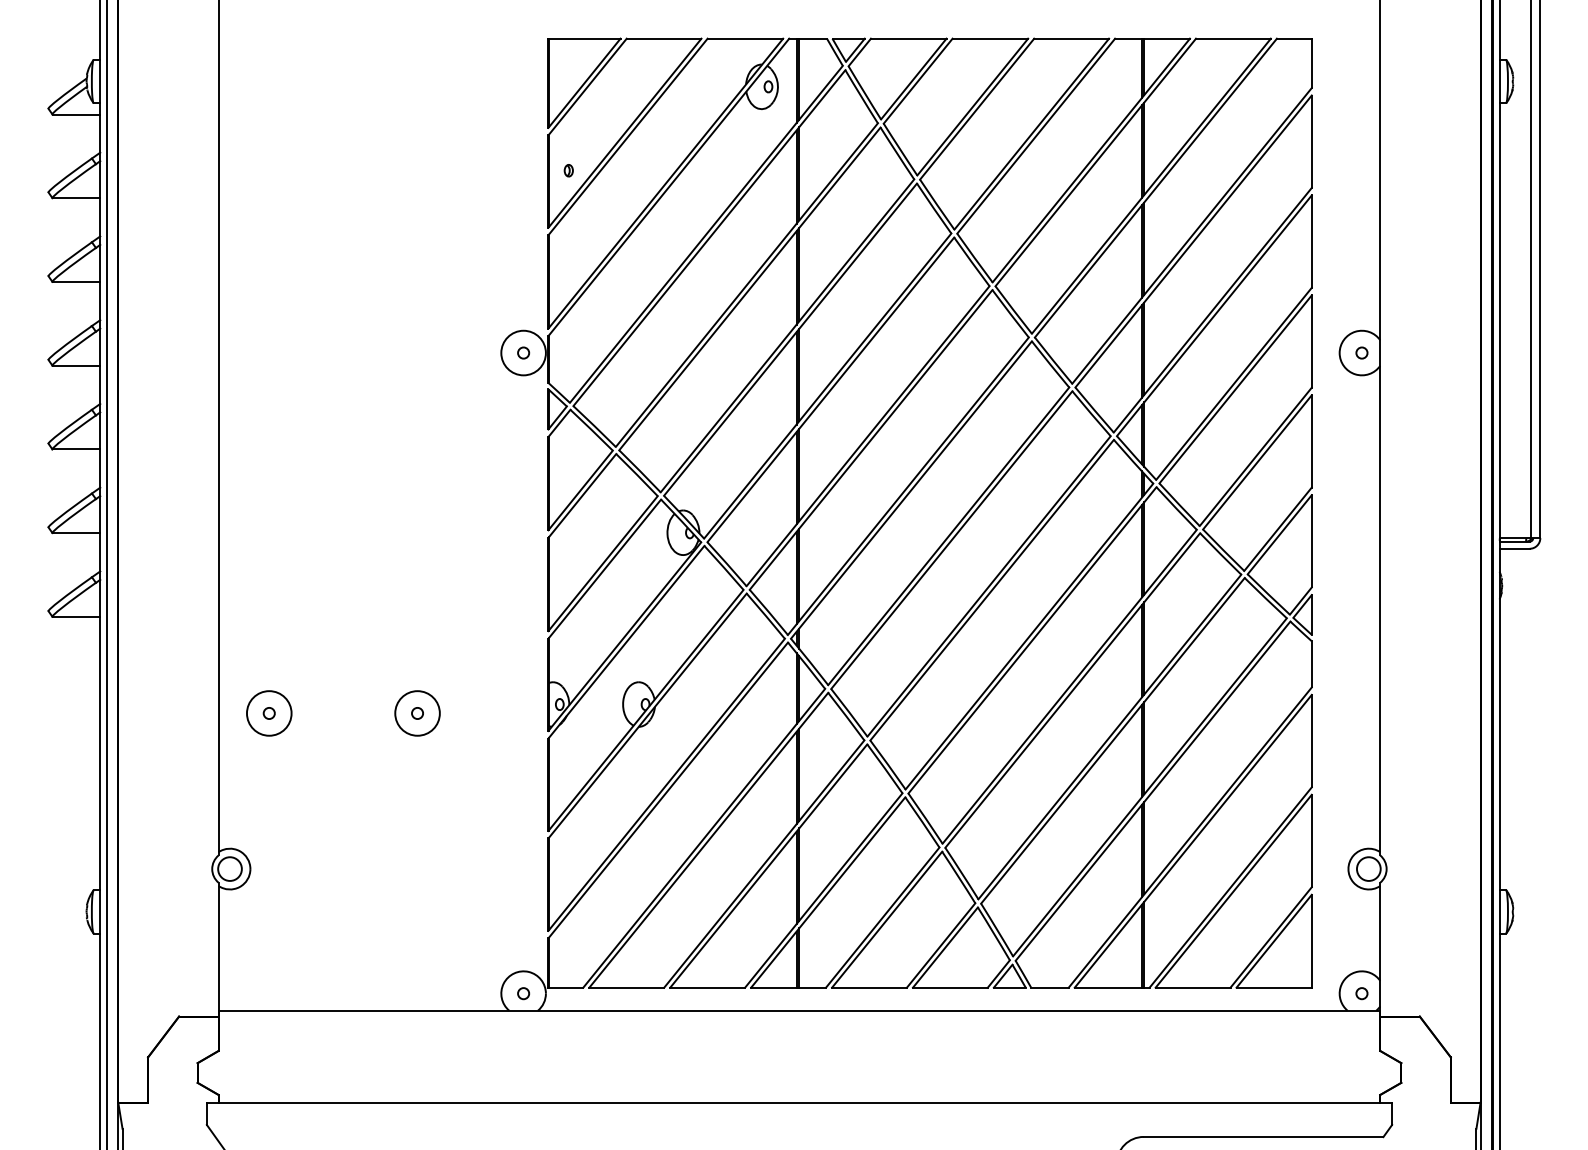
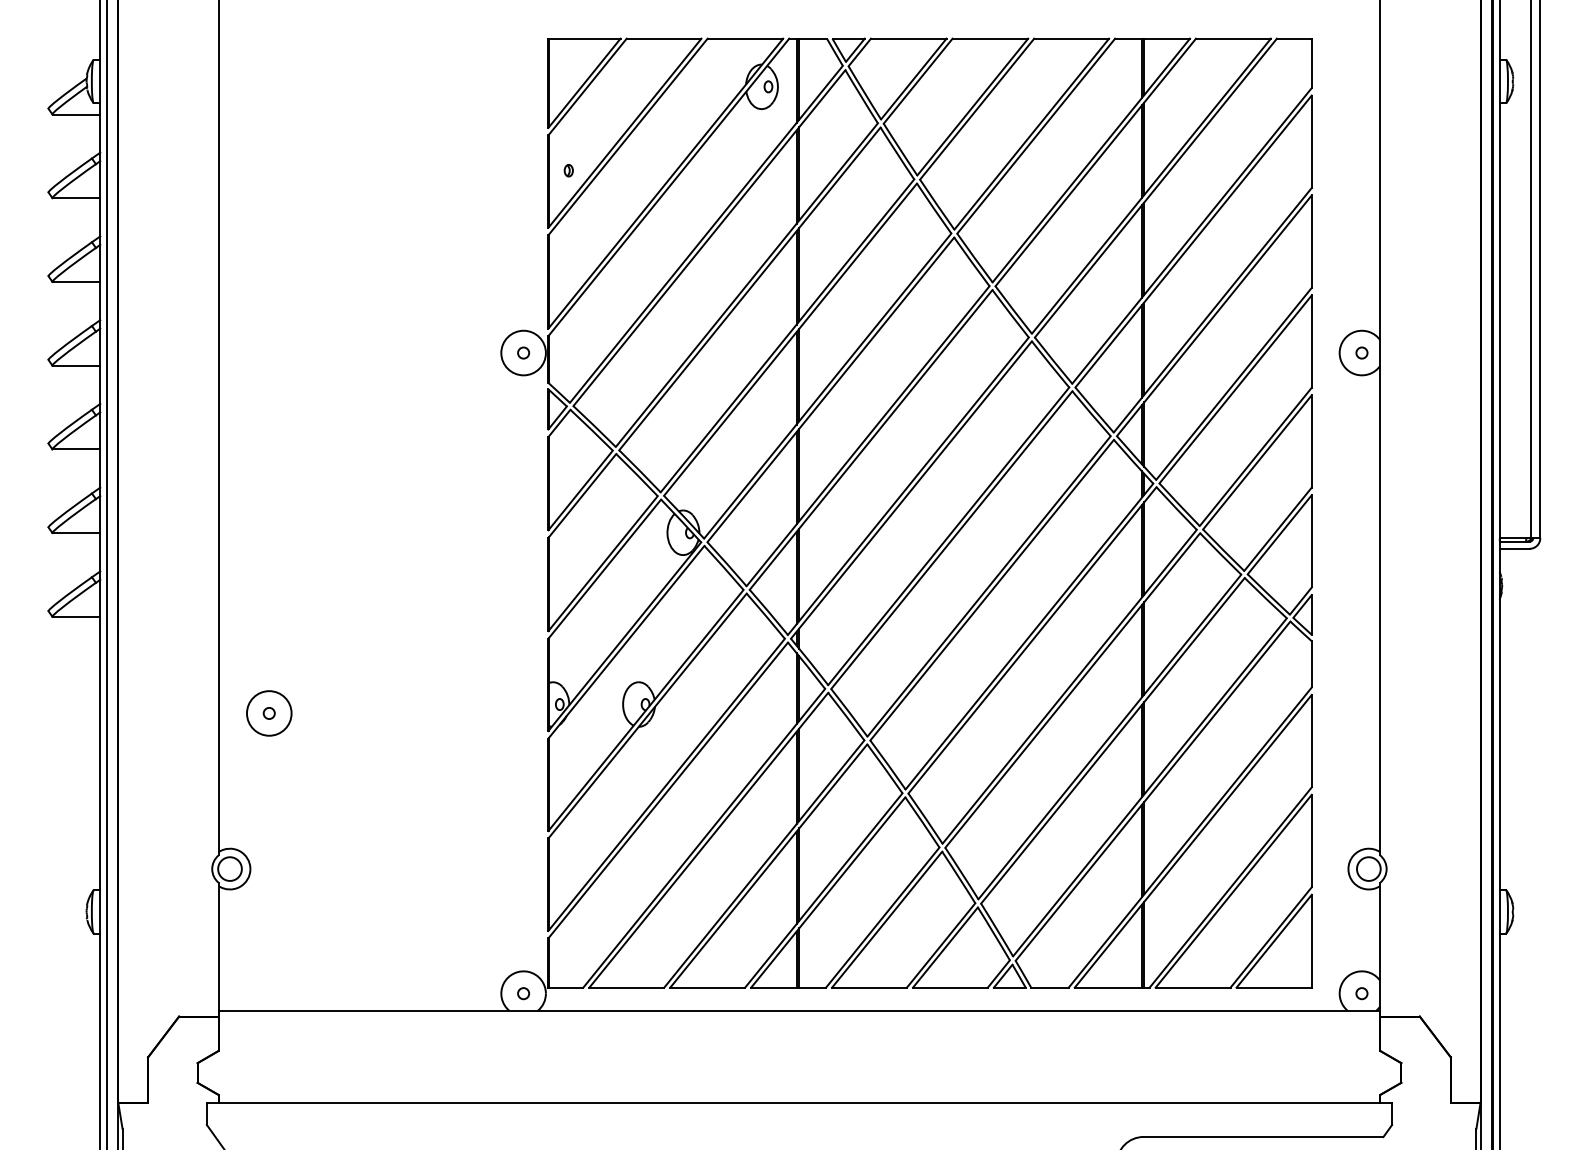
part at (417, 713): present -> none
